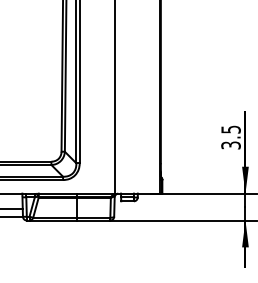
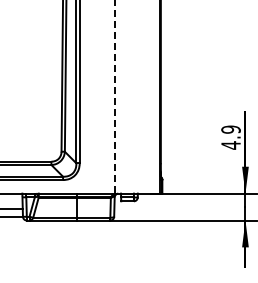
line at (114, 97): solid -> dashed
text at (230, 137): 3.5 -> 4.9
